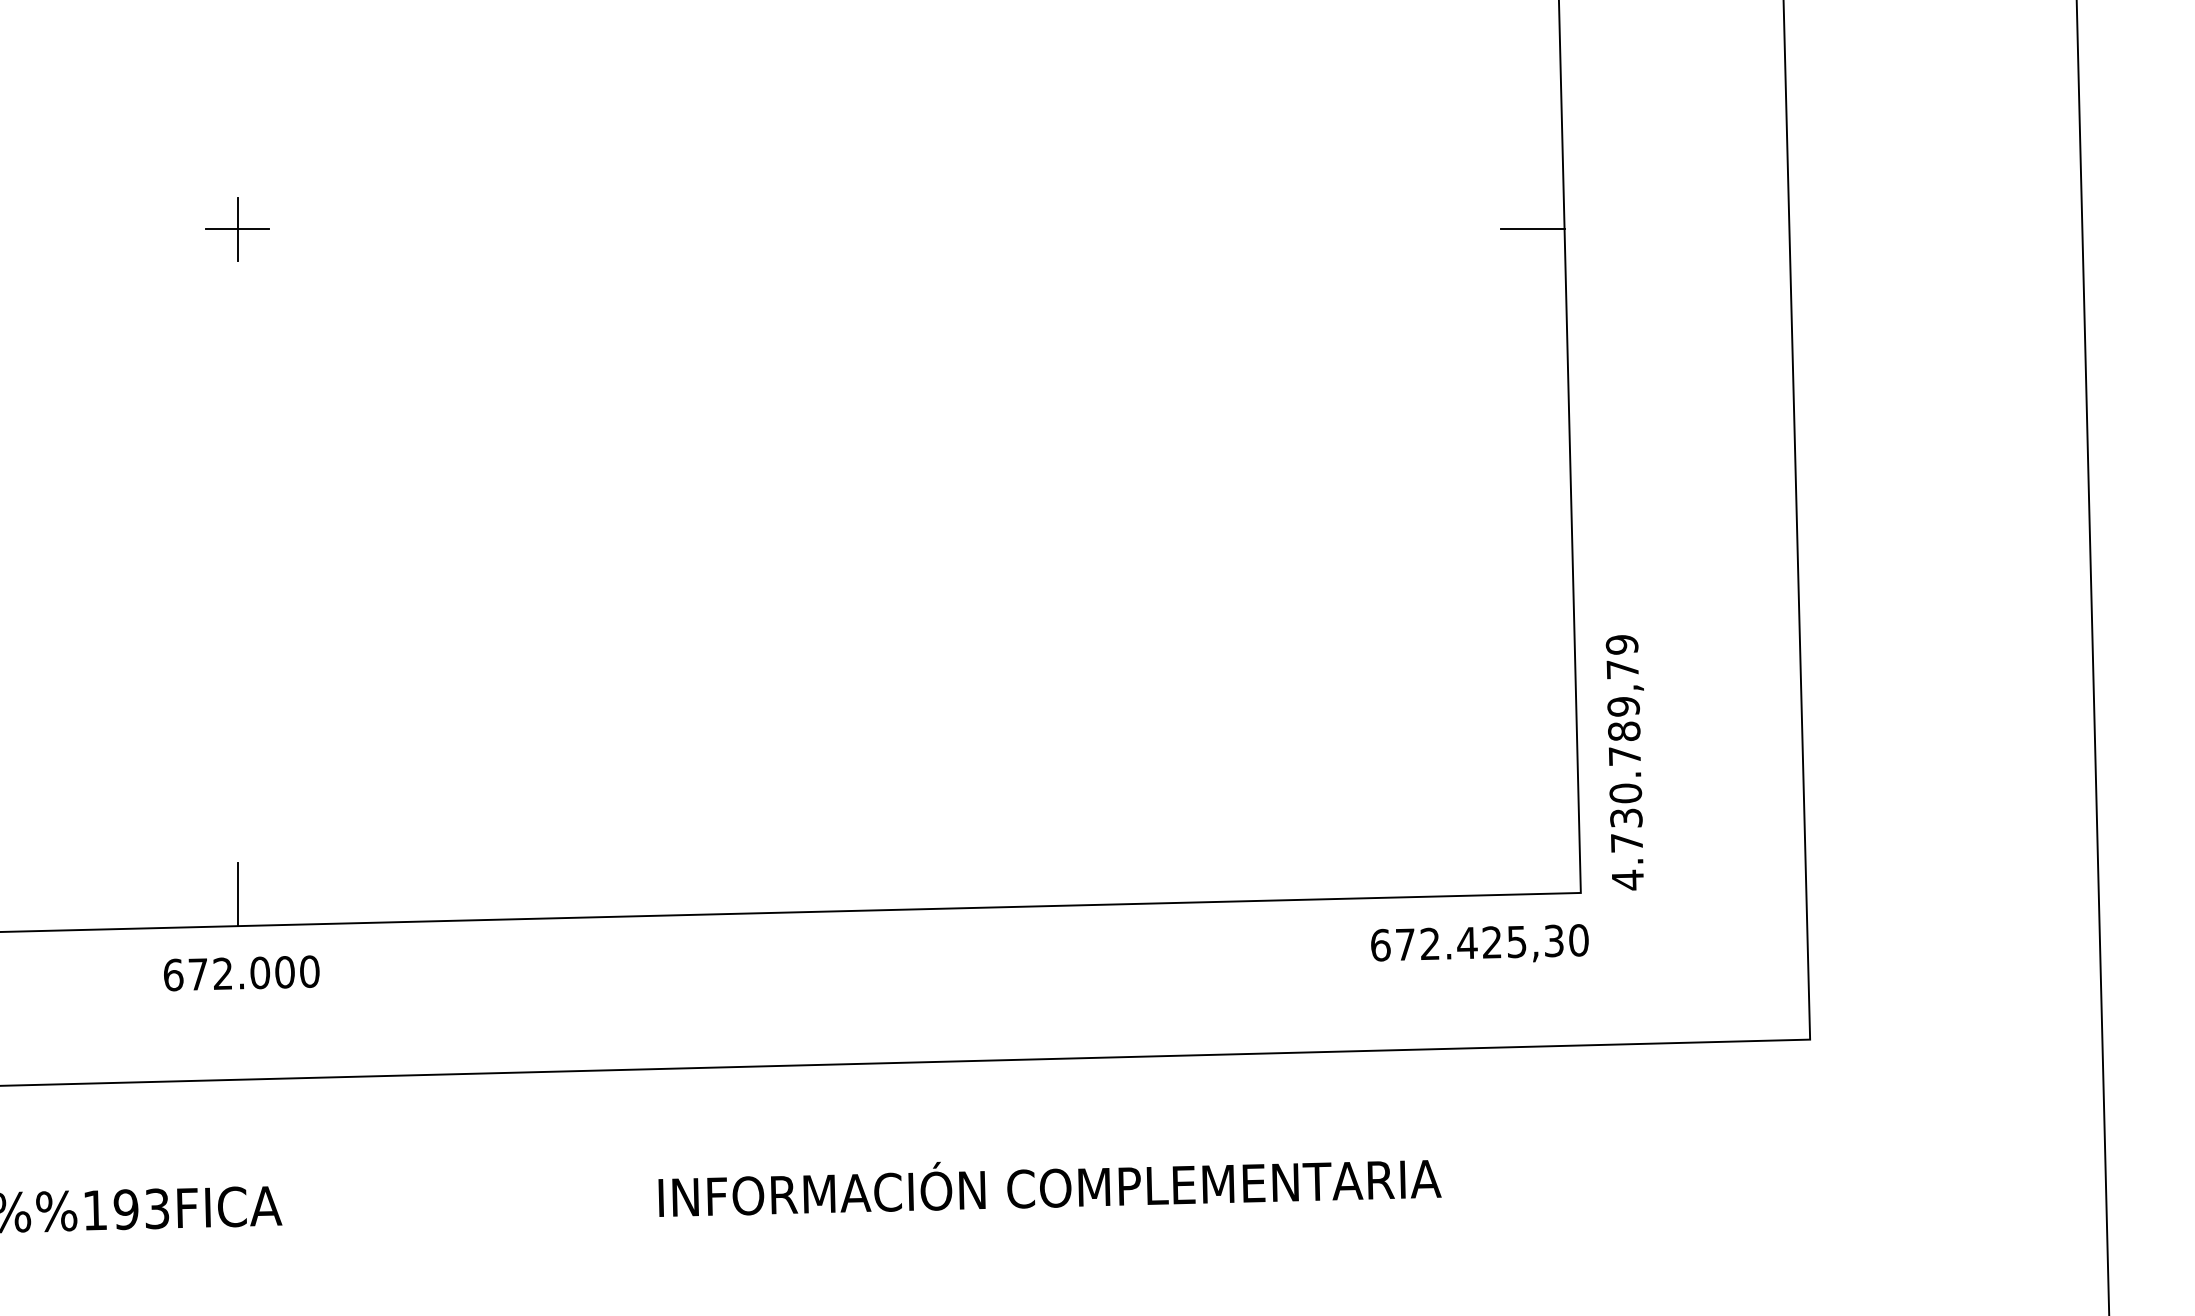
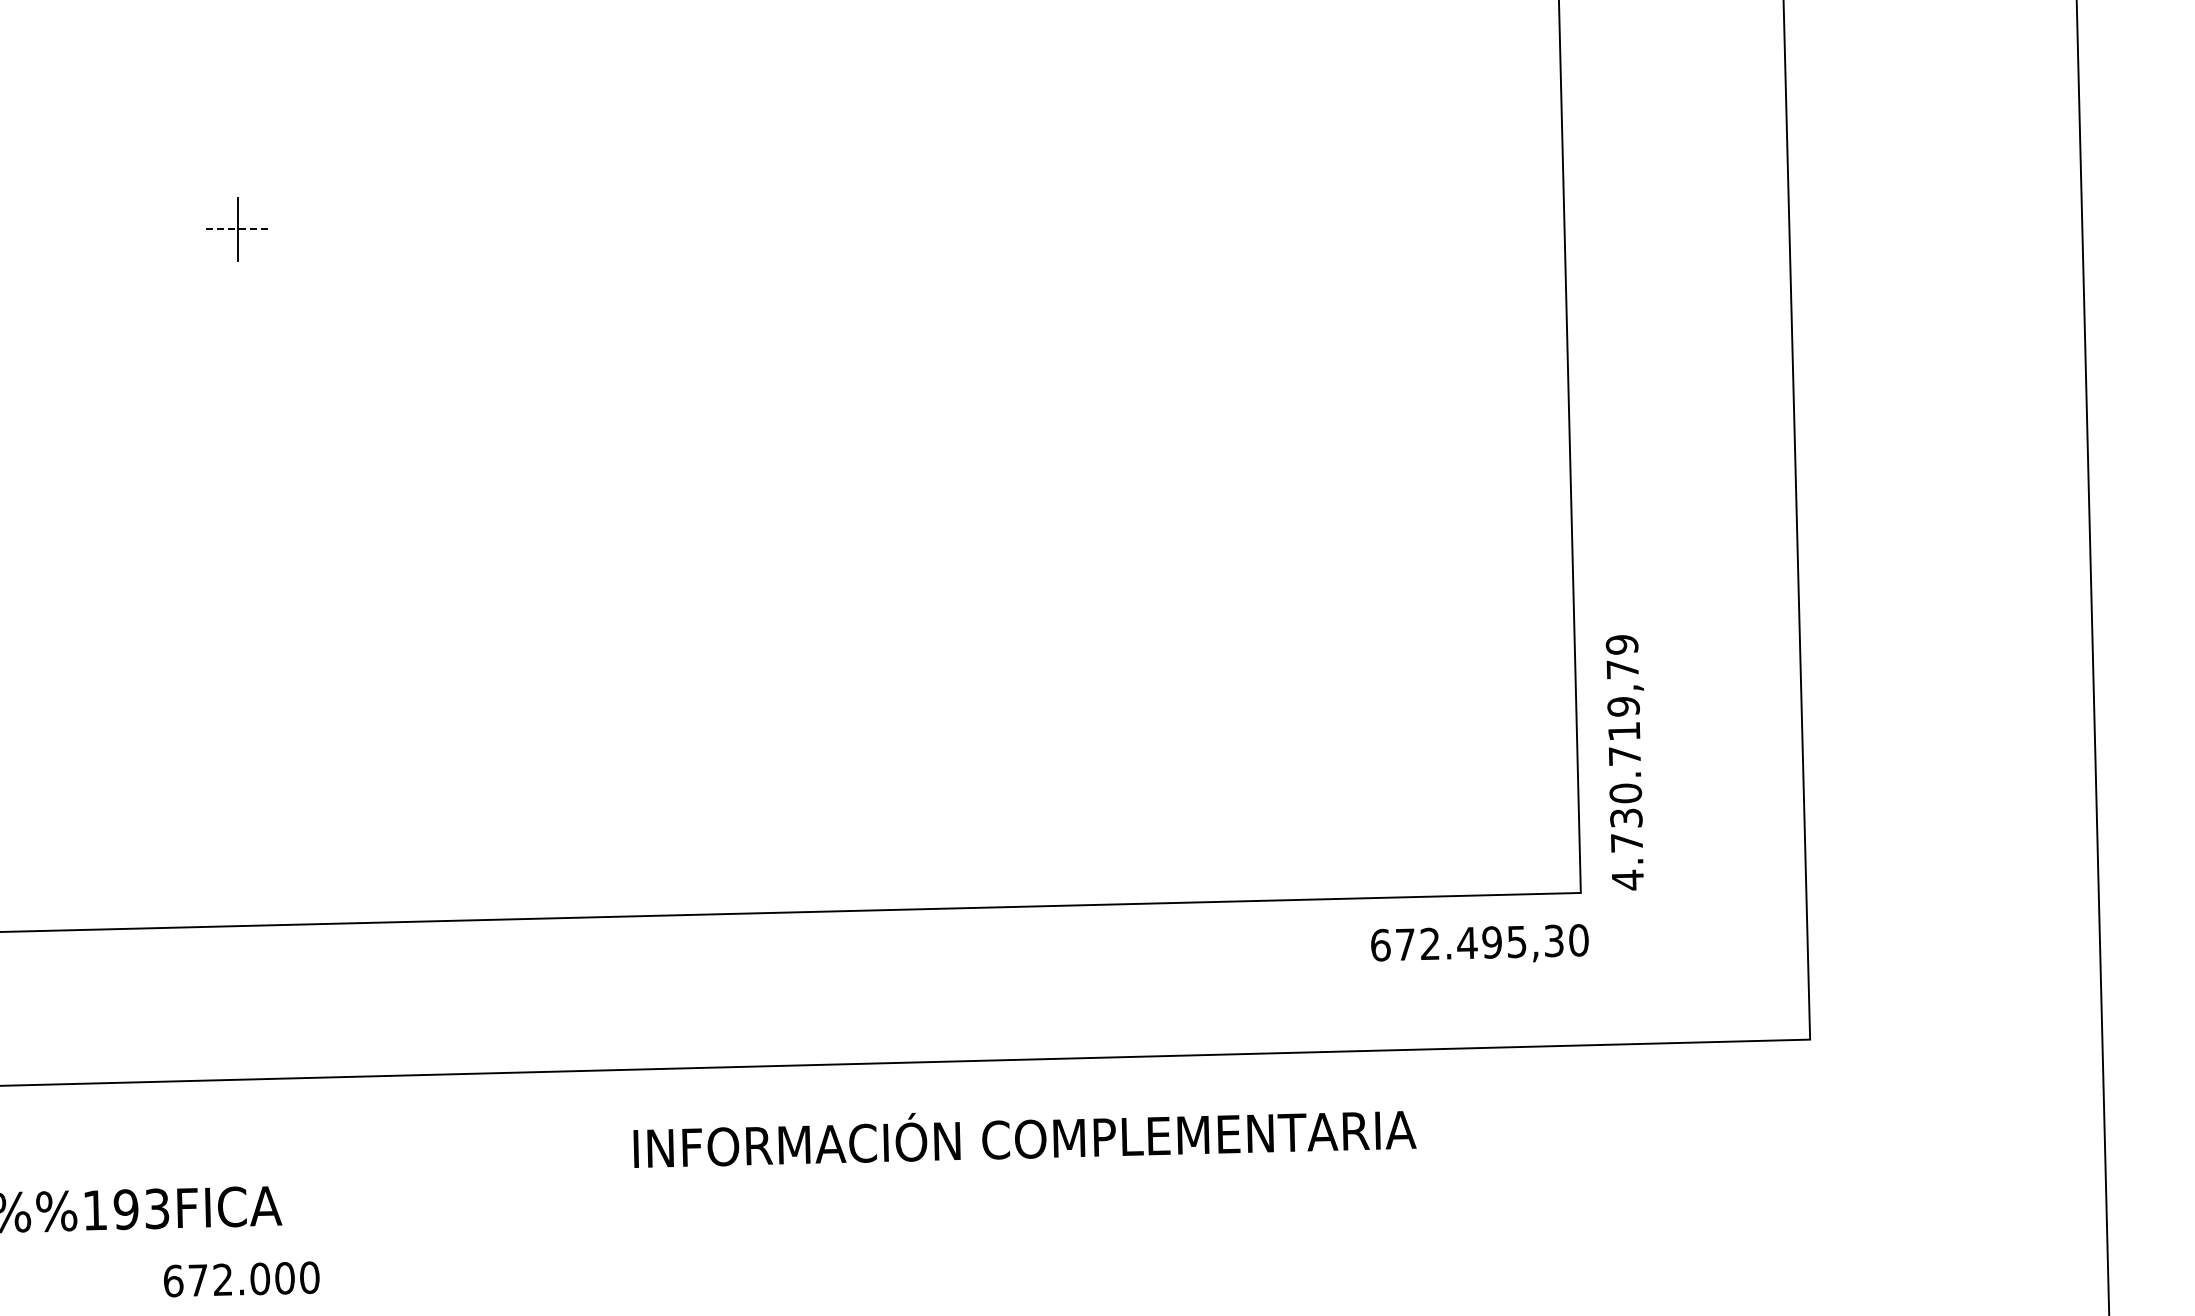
line at (237, 229): solid -> dashed
line at (1532, 229): present -> none
text at (1624, 730): 4.730.789,79 -> 4.730.719,79
line at (237, 894): present -> none
text at (1491, 942): 672.425,30 -> 672.495,30
text at (241, 973) position: (241, 973) -> (241, 1279)
text at (1049, 1188) position: (1049, 1188) -> (1024, 1139)
